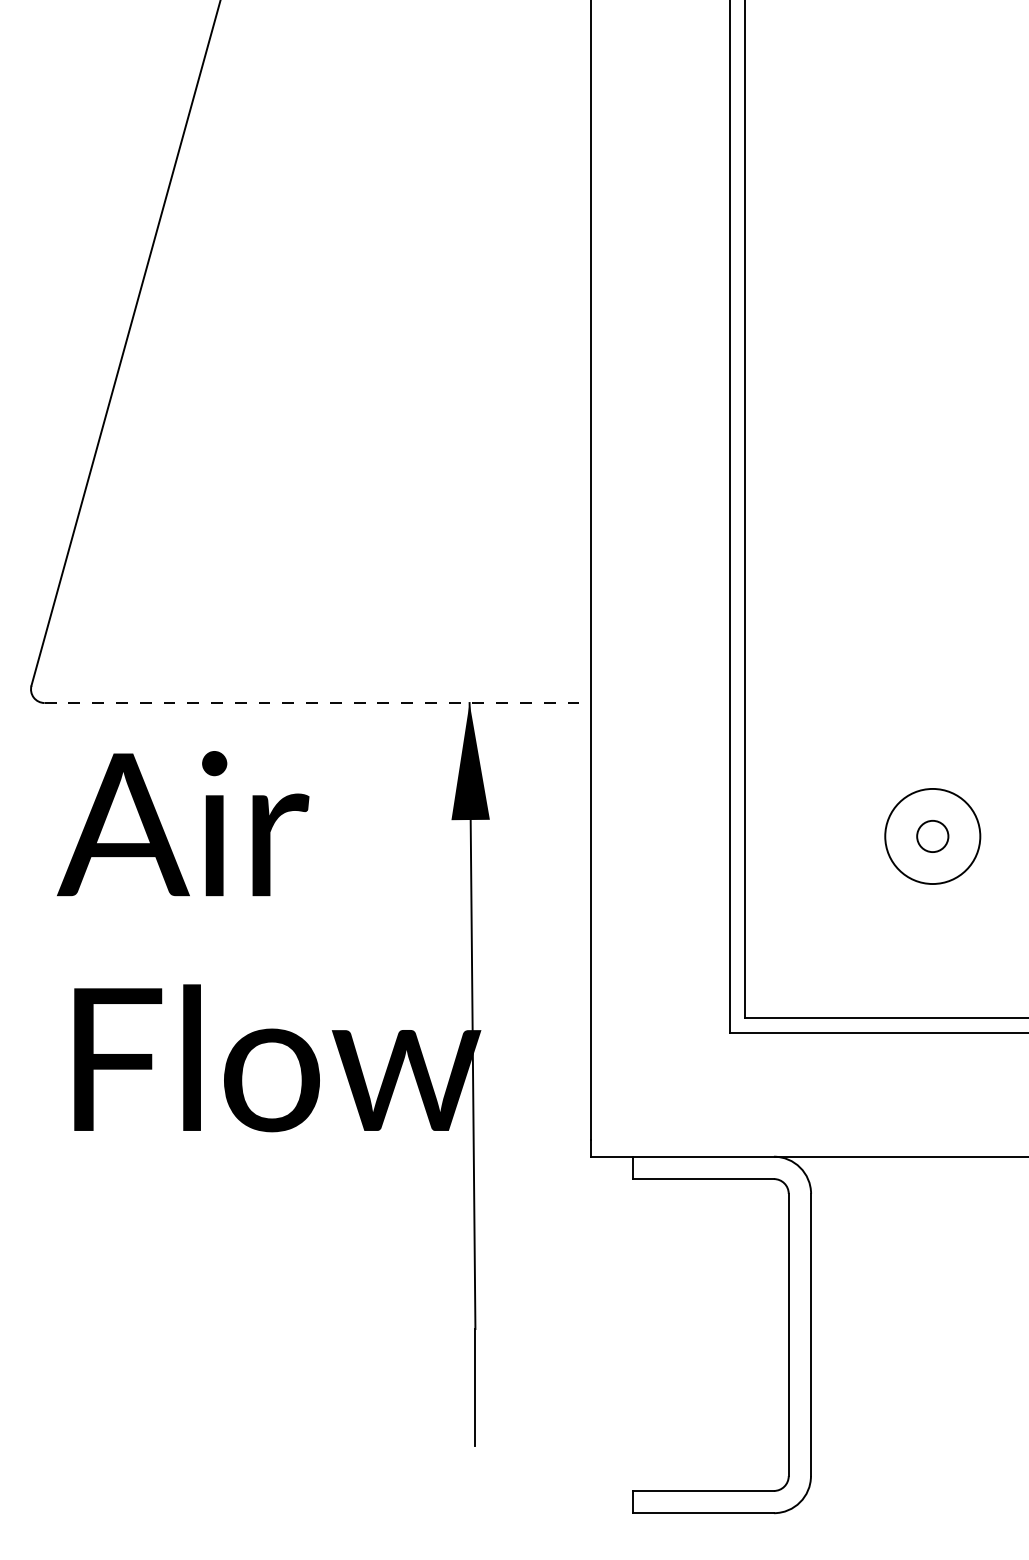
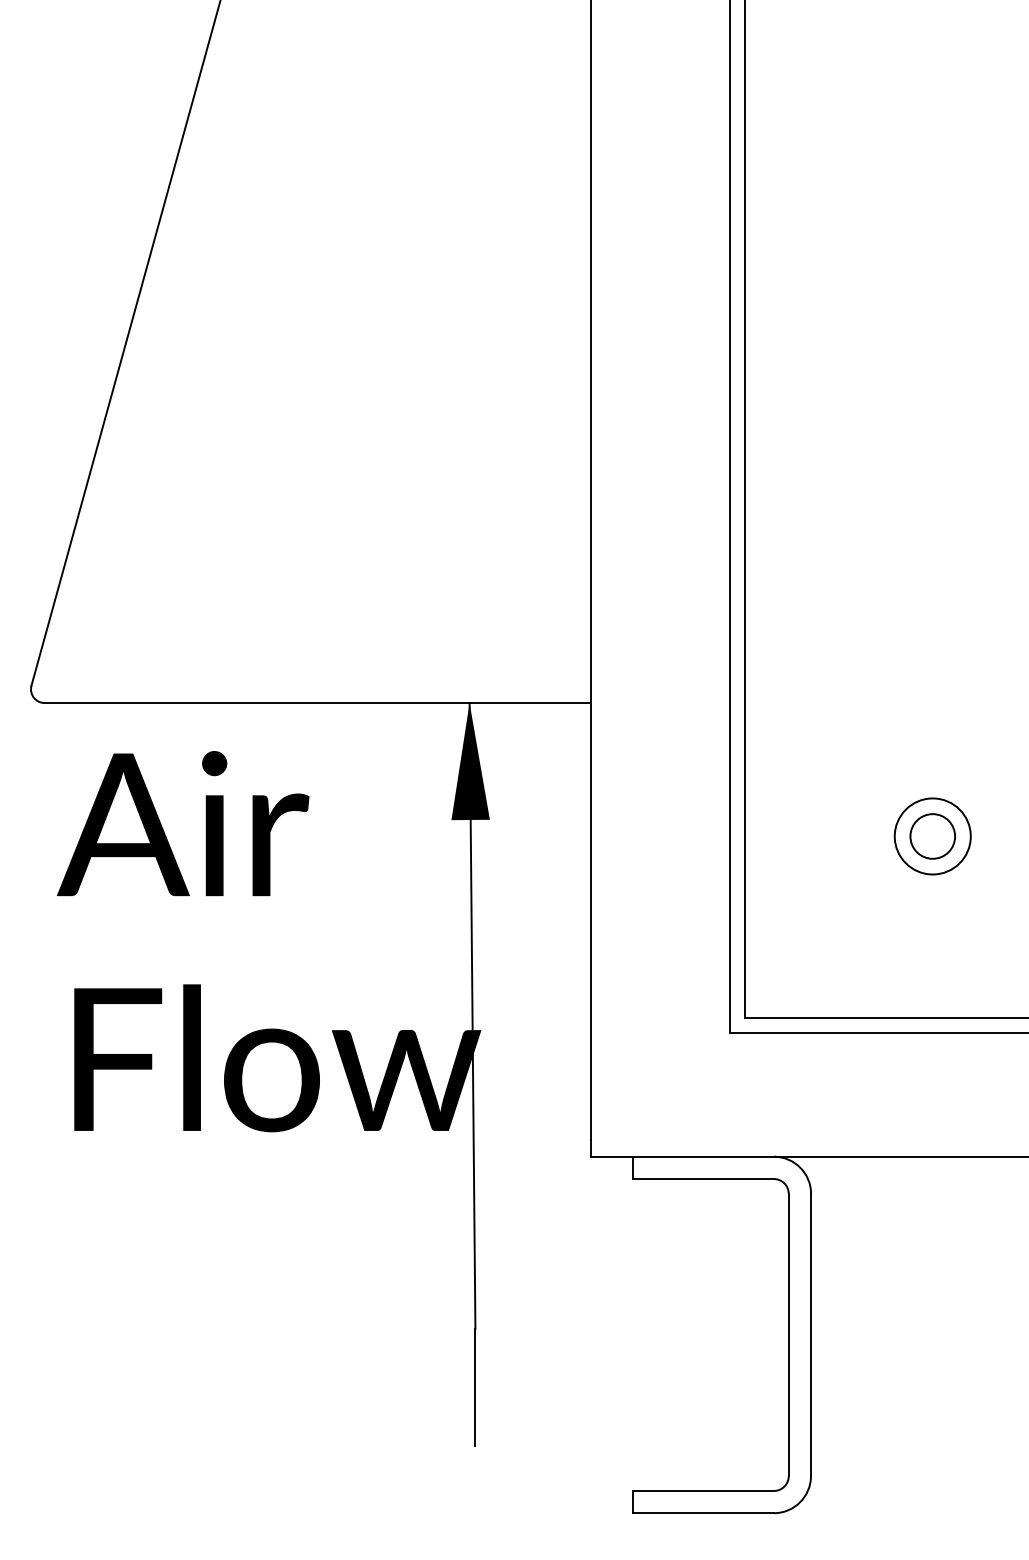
line at (318, 703): dashed -> solid
circle at (932, 836) diameter: 31 px -> 45 px
circle at (932, 836) diameter: 95 px -> 76 px
